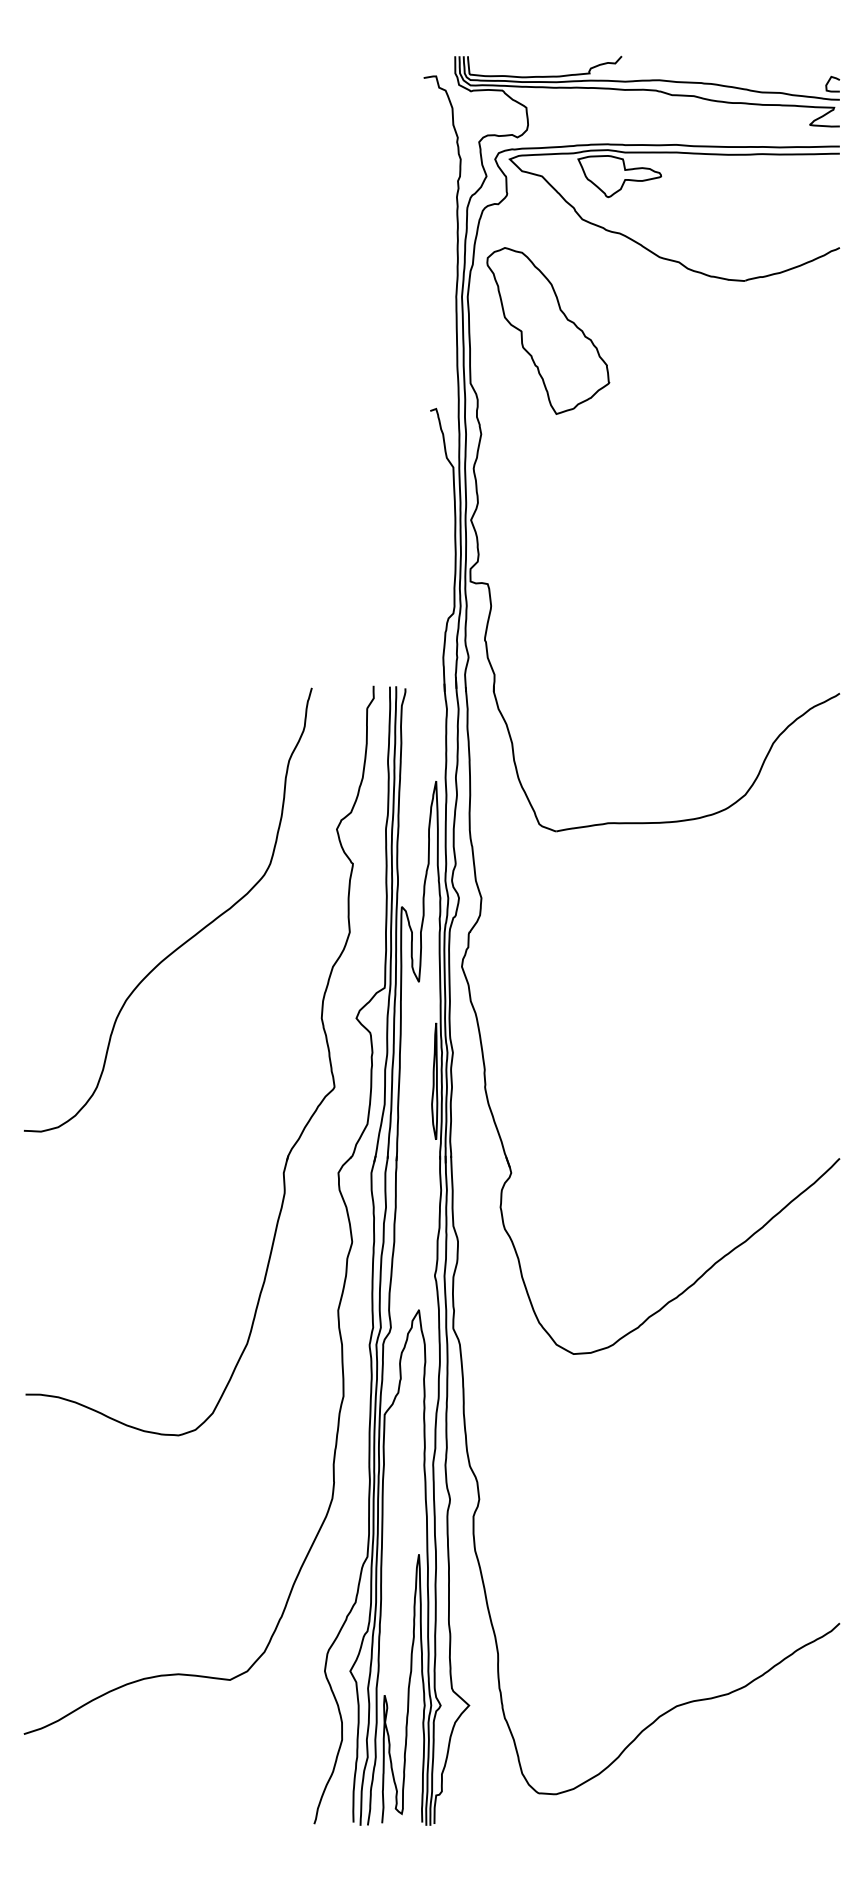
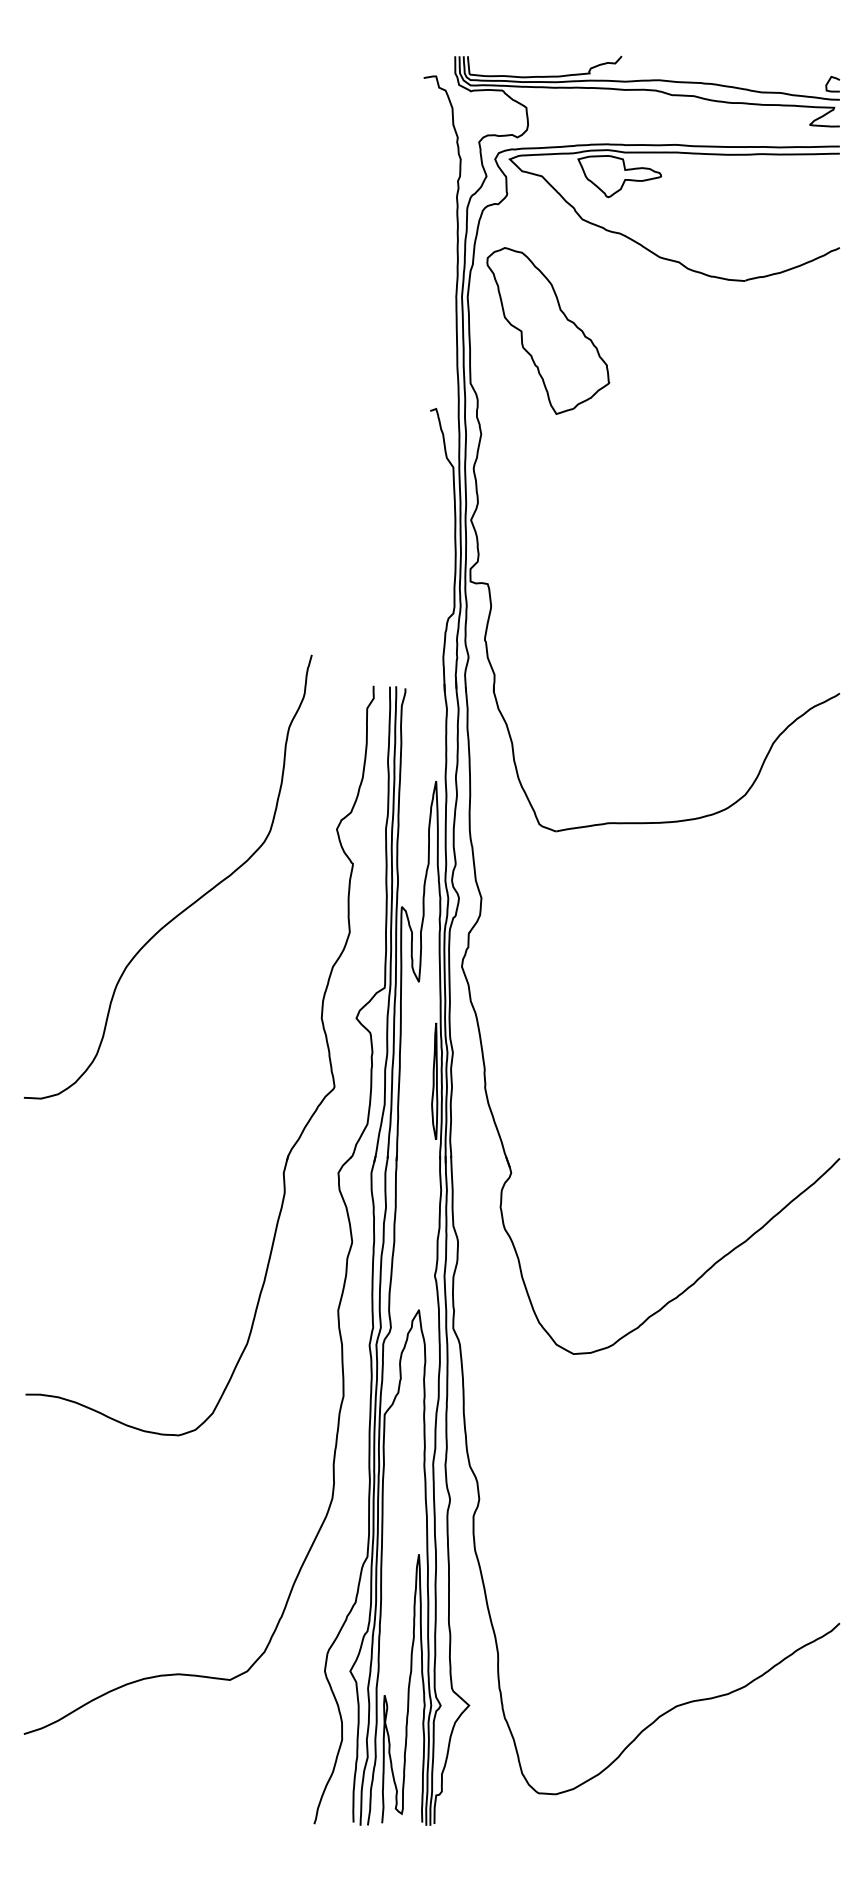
curve at (191, 936) position: (191, 936) -> (191, 903)
